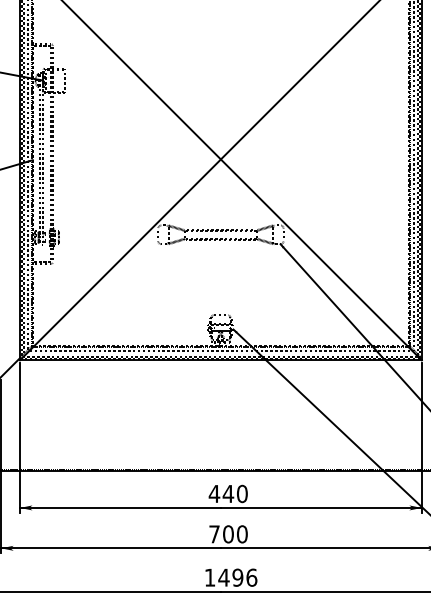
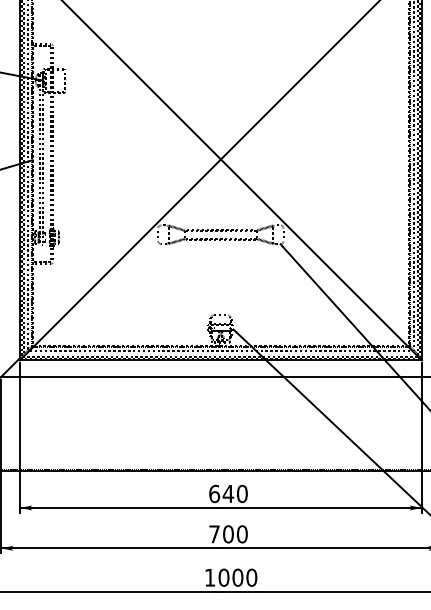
line at (214, 377): none -> present
text at (214, 493): 440 -> 640
text at (237, 577): 1496 -> 1000
